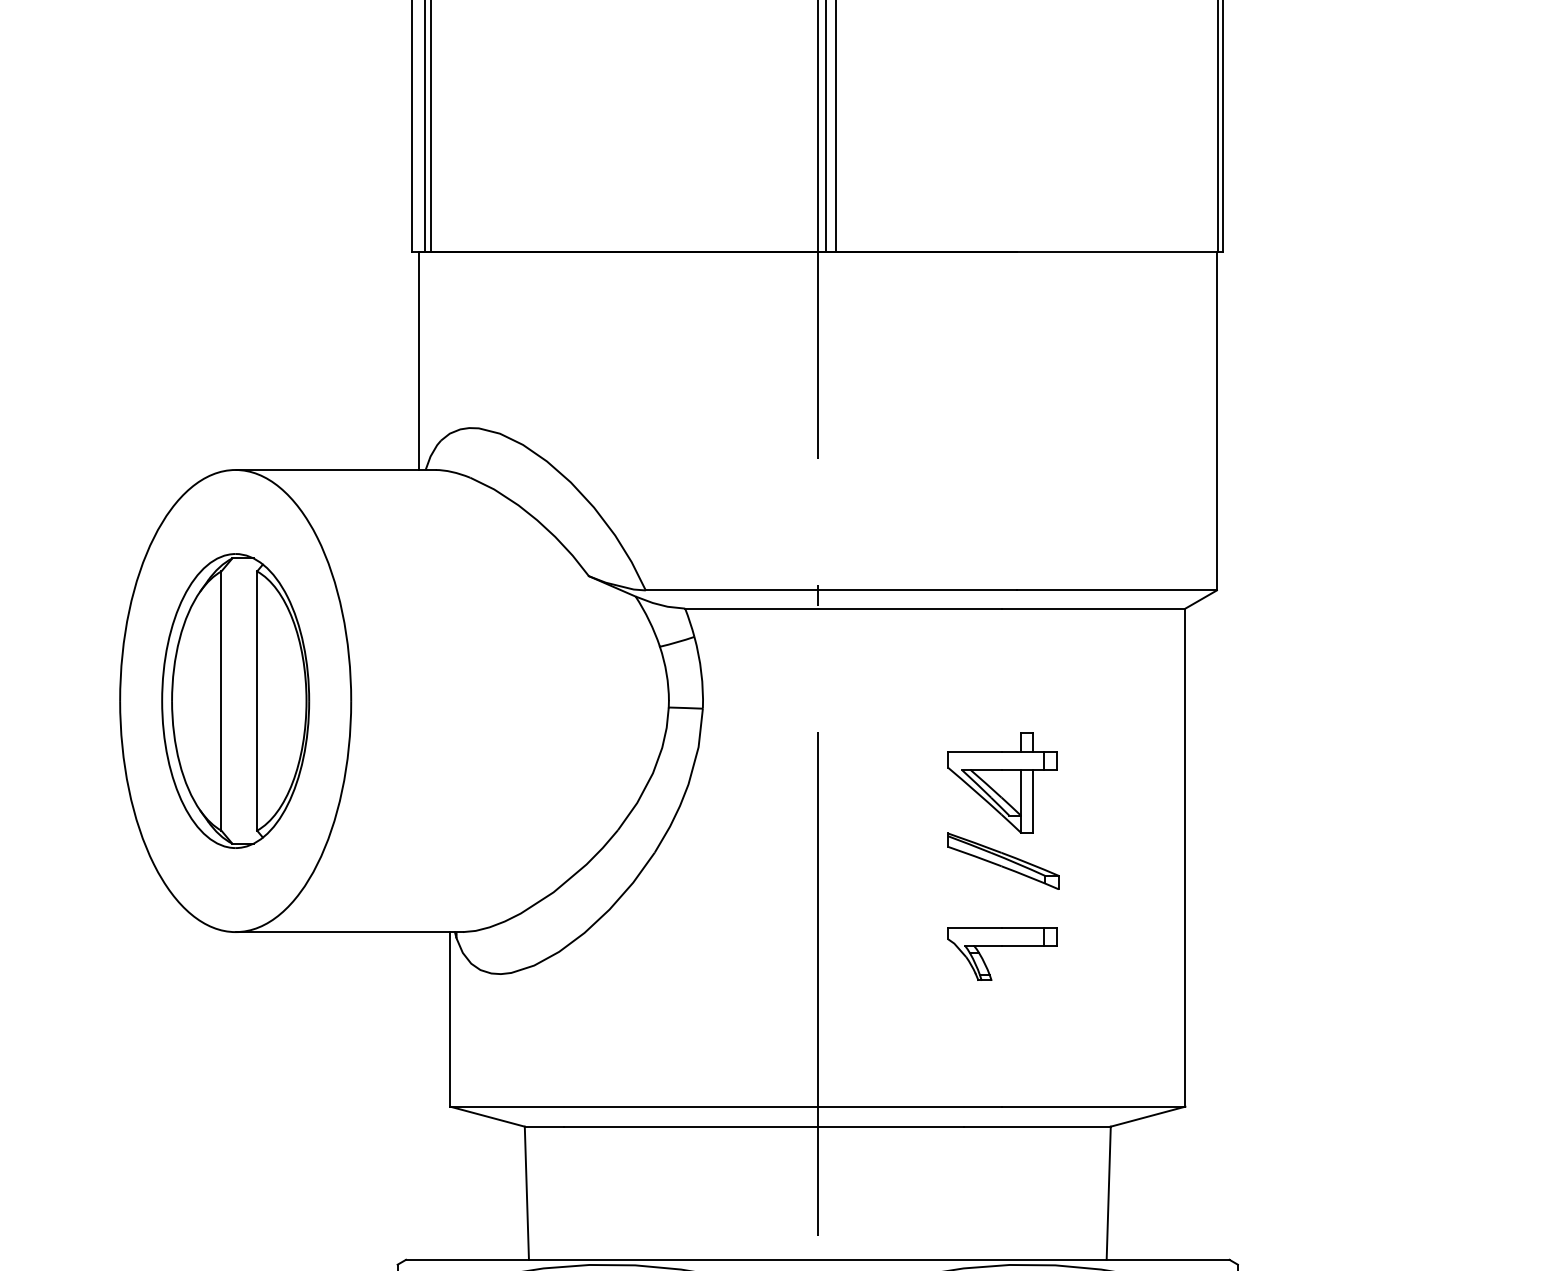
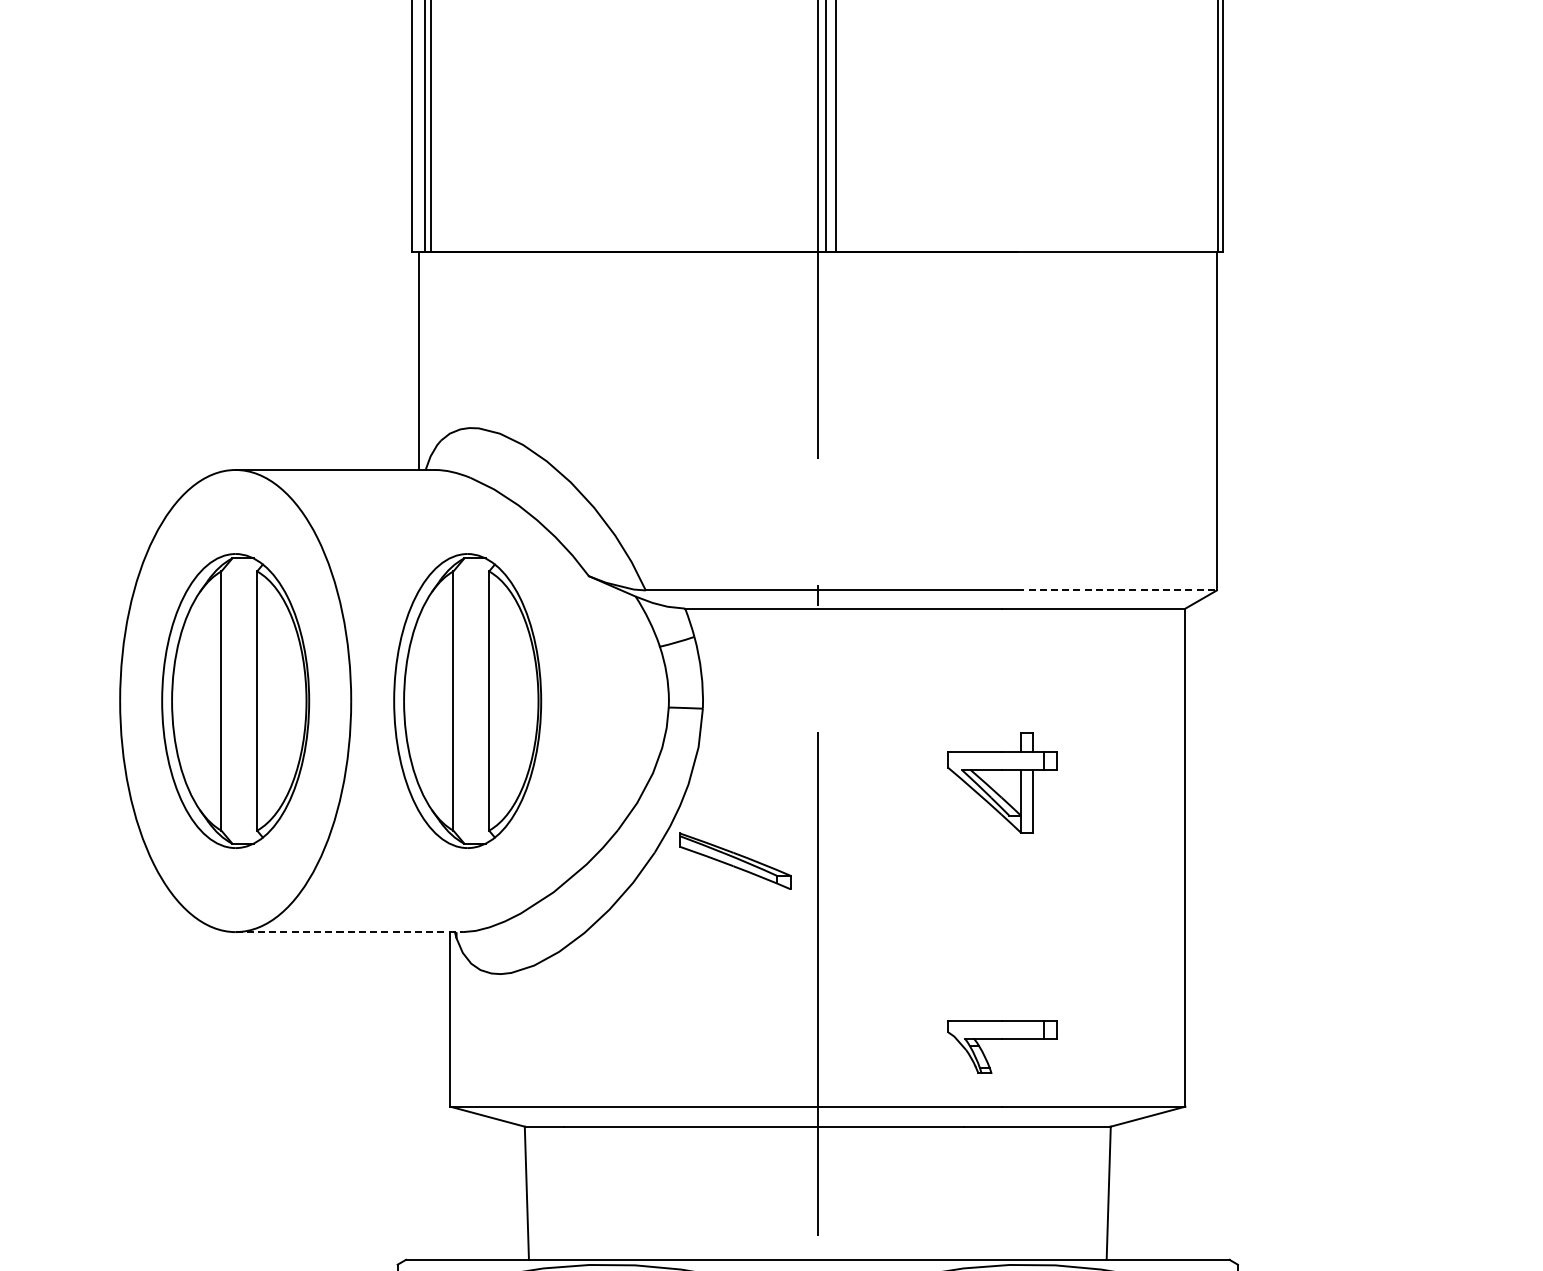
line at (1117, 590): solid -> dashed
part at (467, 700): none -> present
part at (1003, 860) position: (1003, 860) -> (735, 860)
line at (349, 932): solid -> dashed
part at (1002, 946) position: (1002, 946) -> (1002, 1039)
